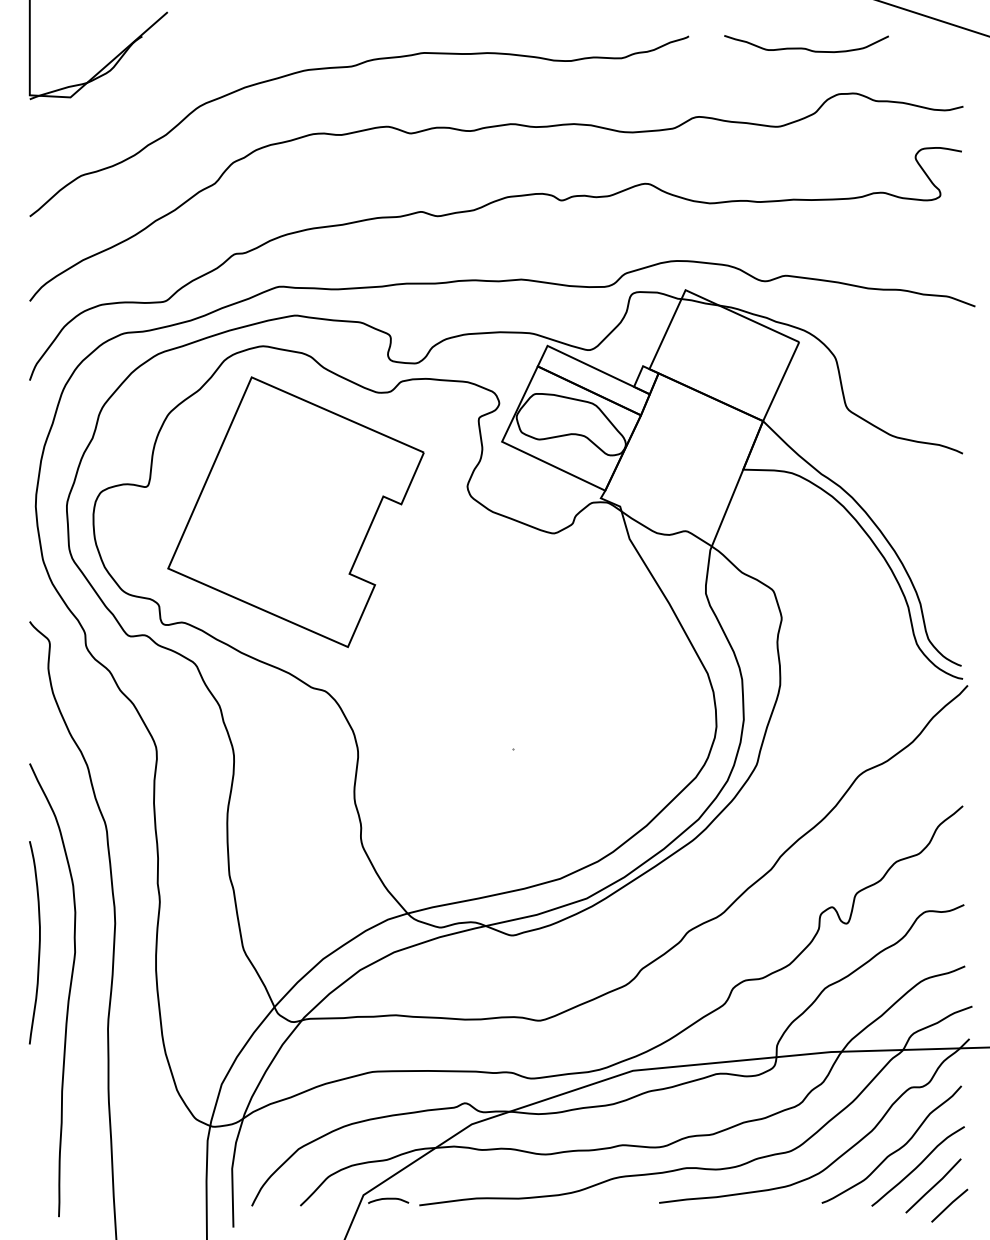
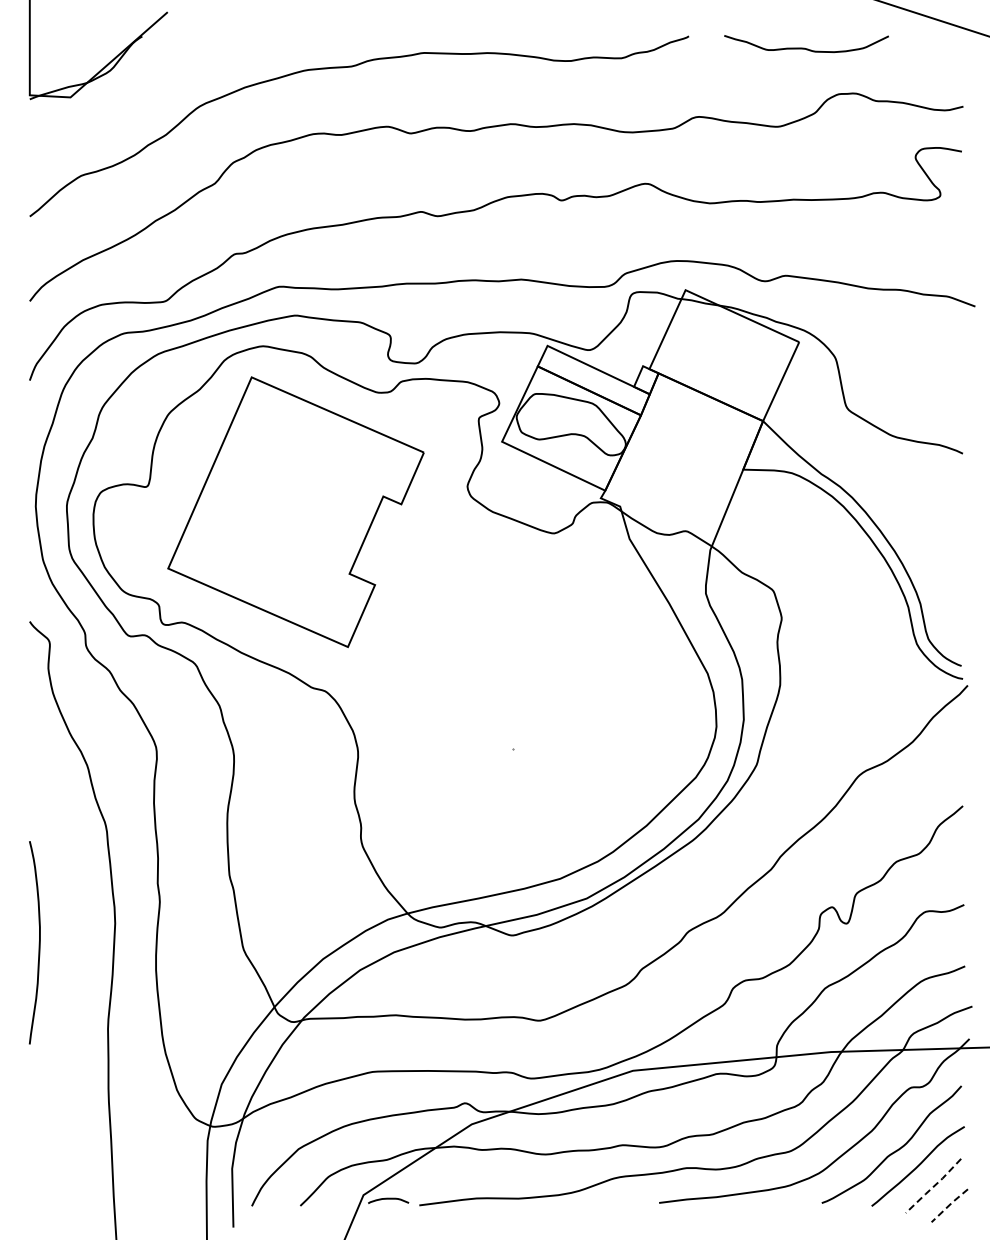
curve at (68, 992): present -> none
line at (933, 1186): solid -> dashed
line at (949, 1205): solid -> dashed
